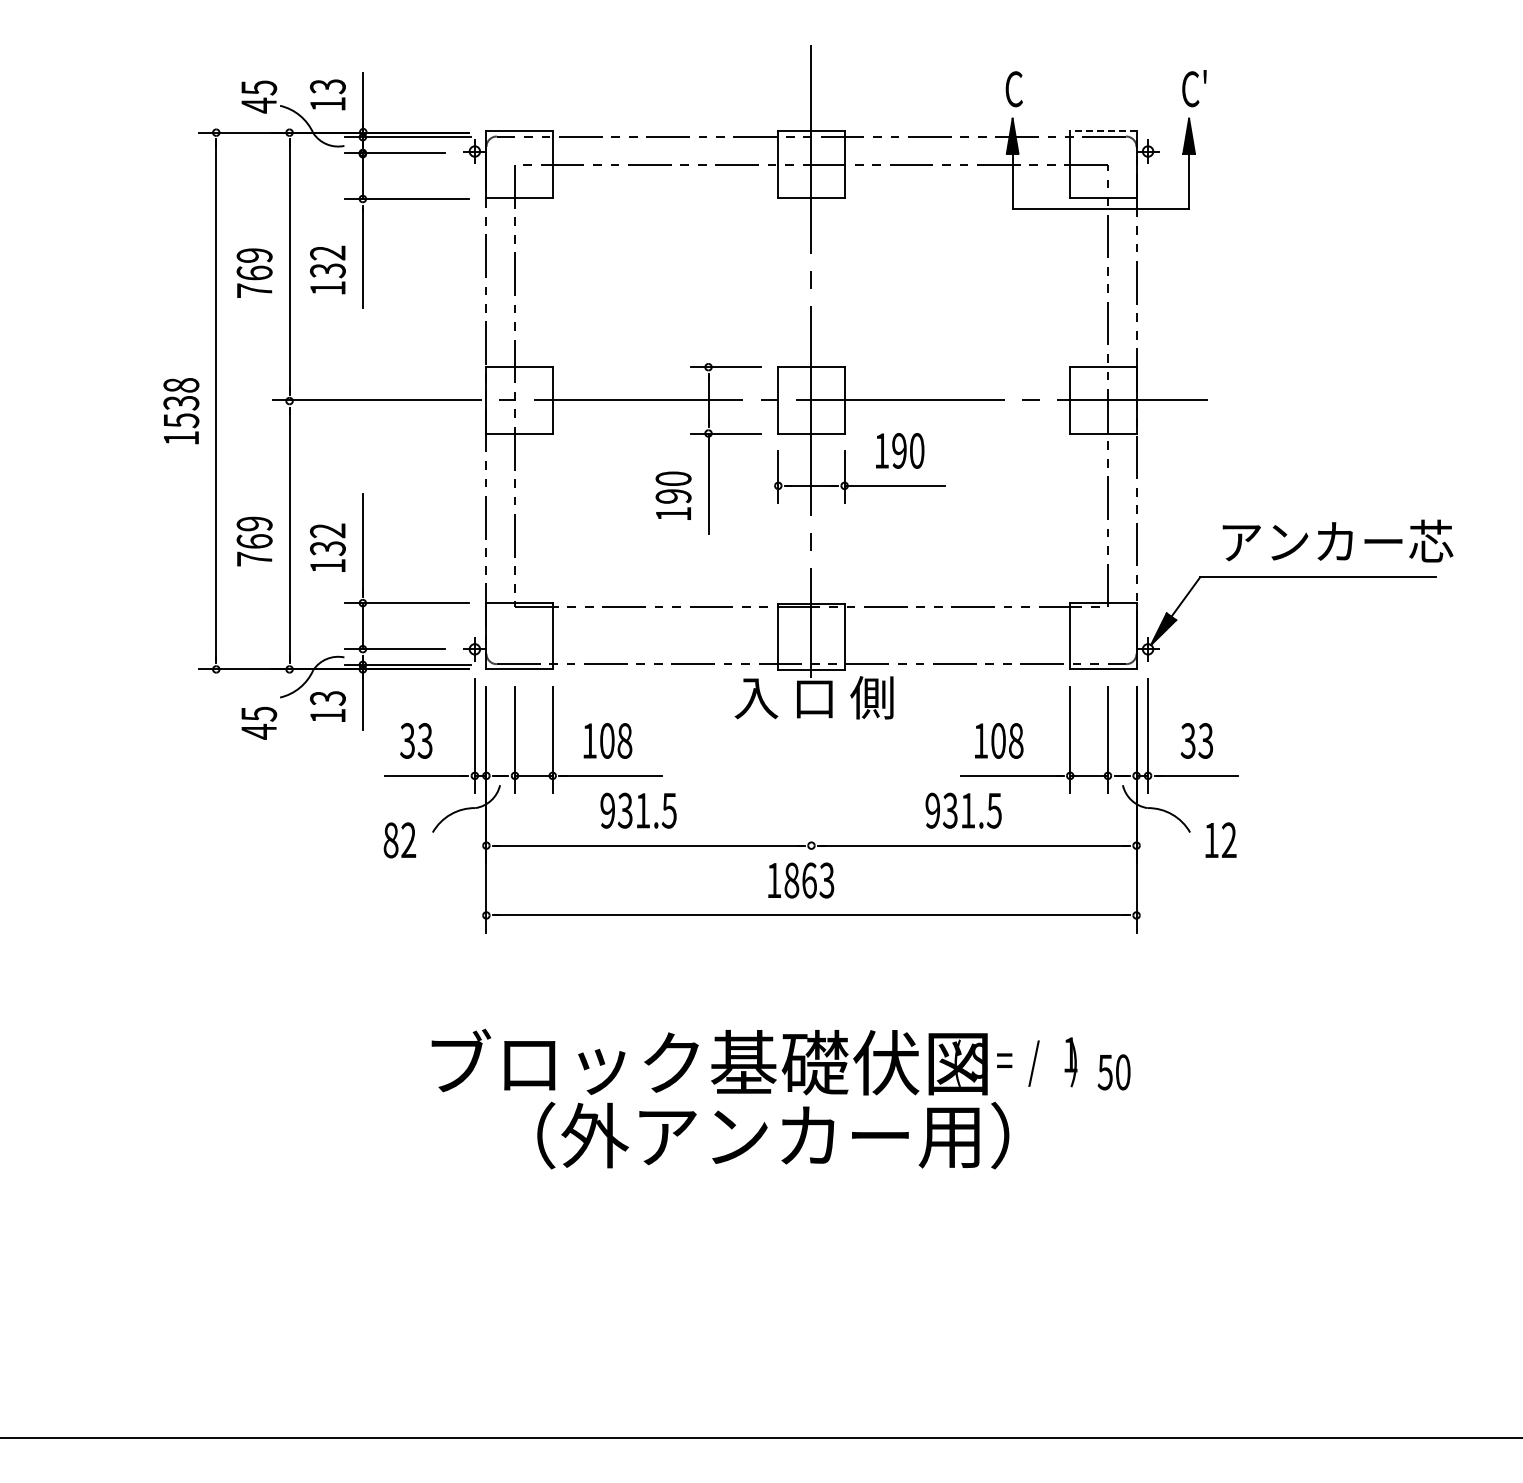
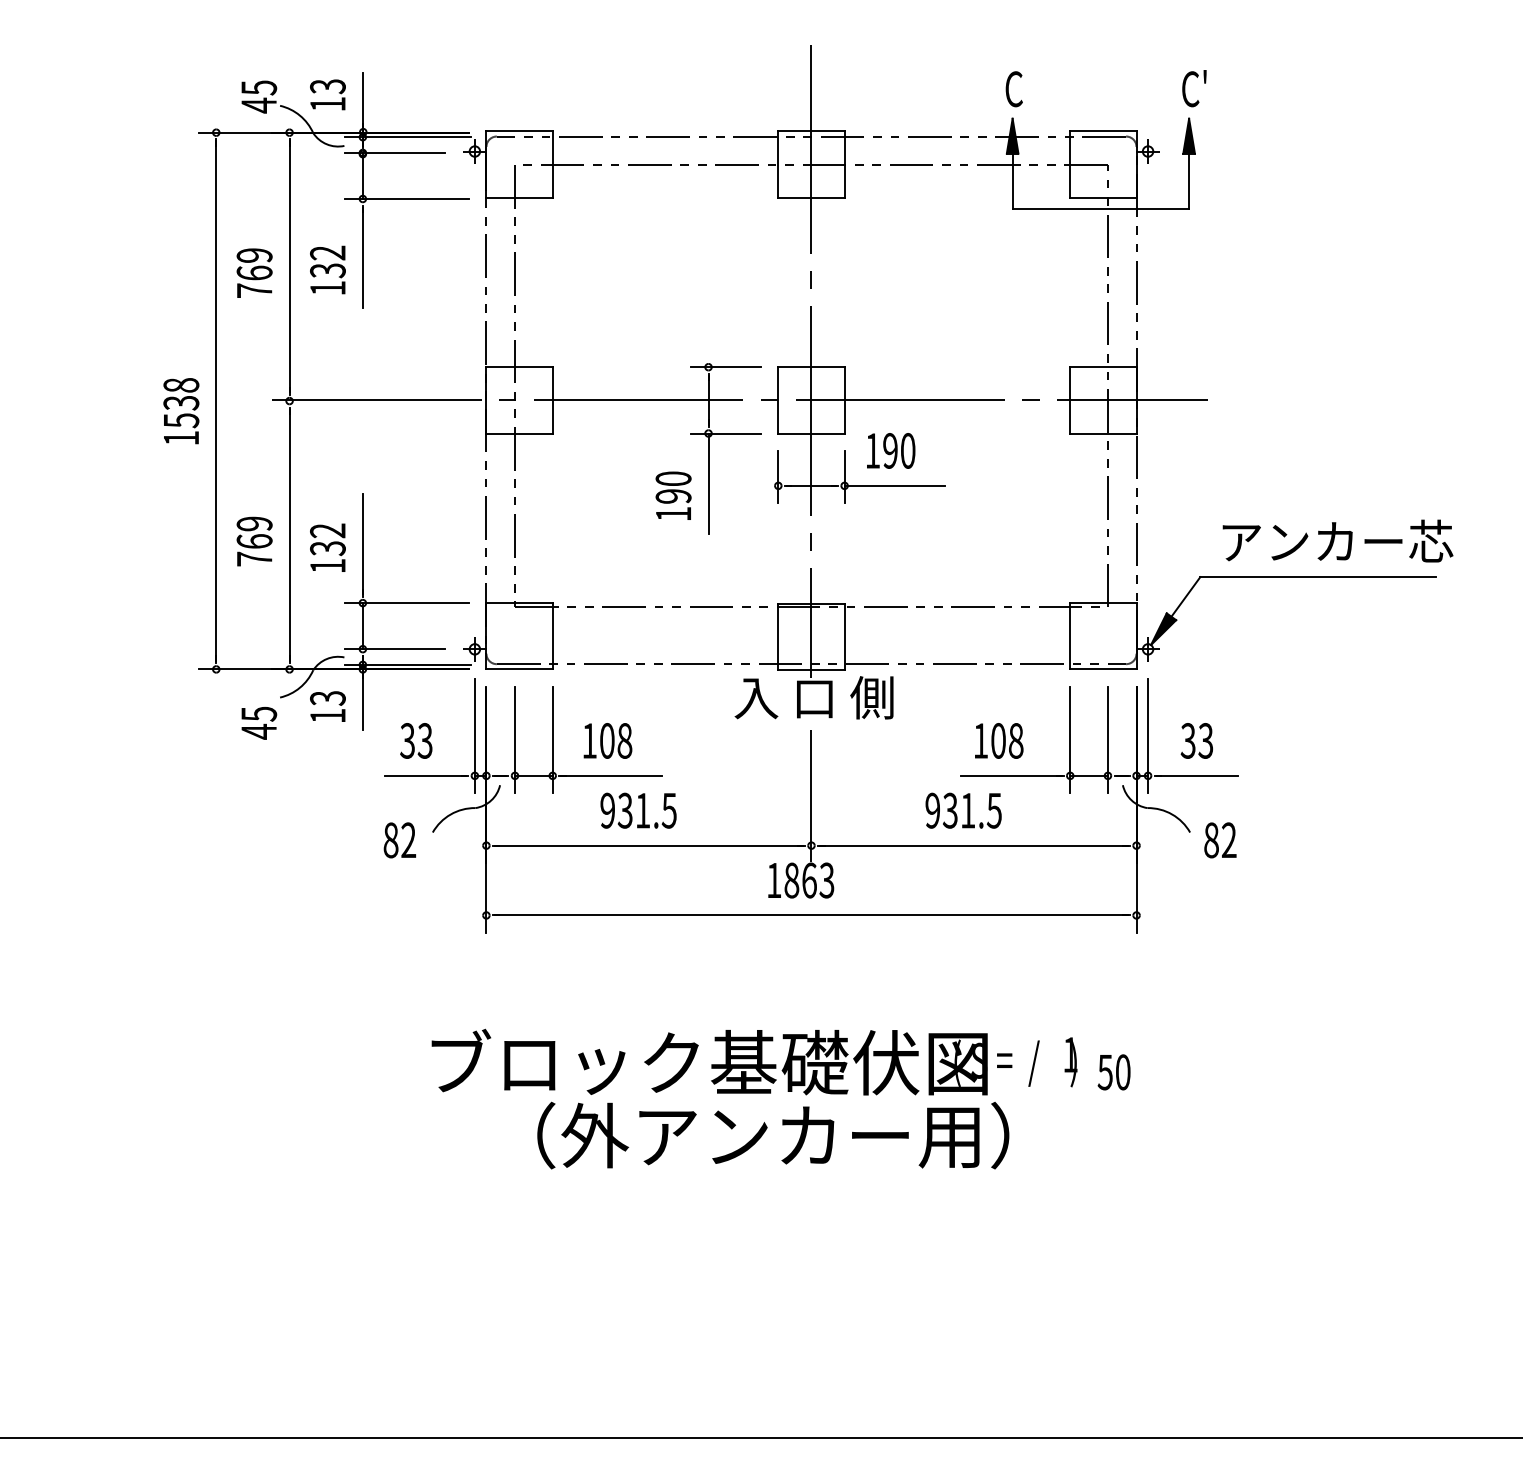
line at (1102, 131): dashed -> solid
text at (900, 450) position: (900, 450) -> (891, 450)
line at (811, 795): none -> present
text at (1211, 840): 12 -> 82
